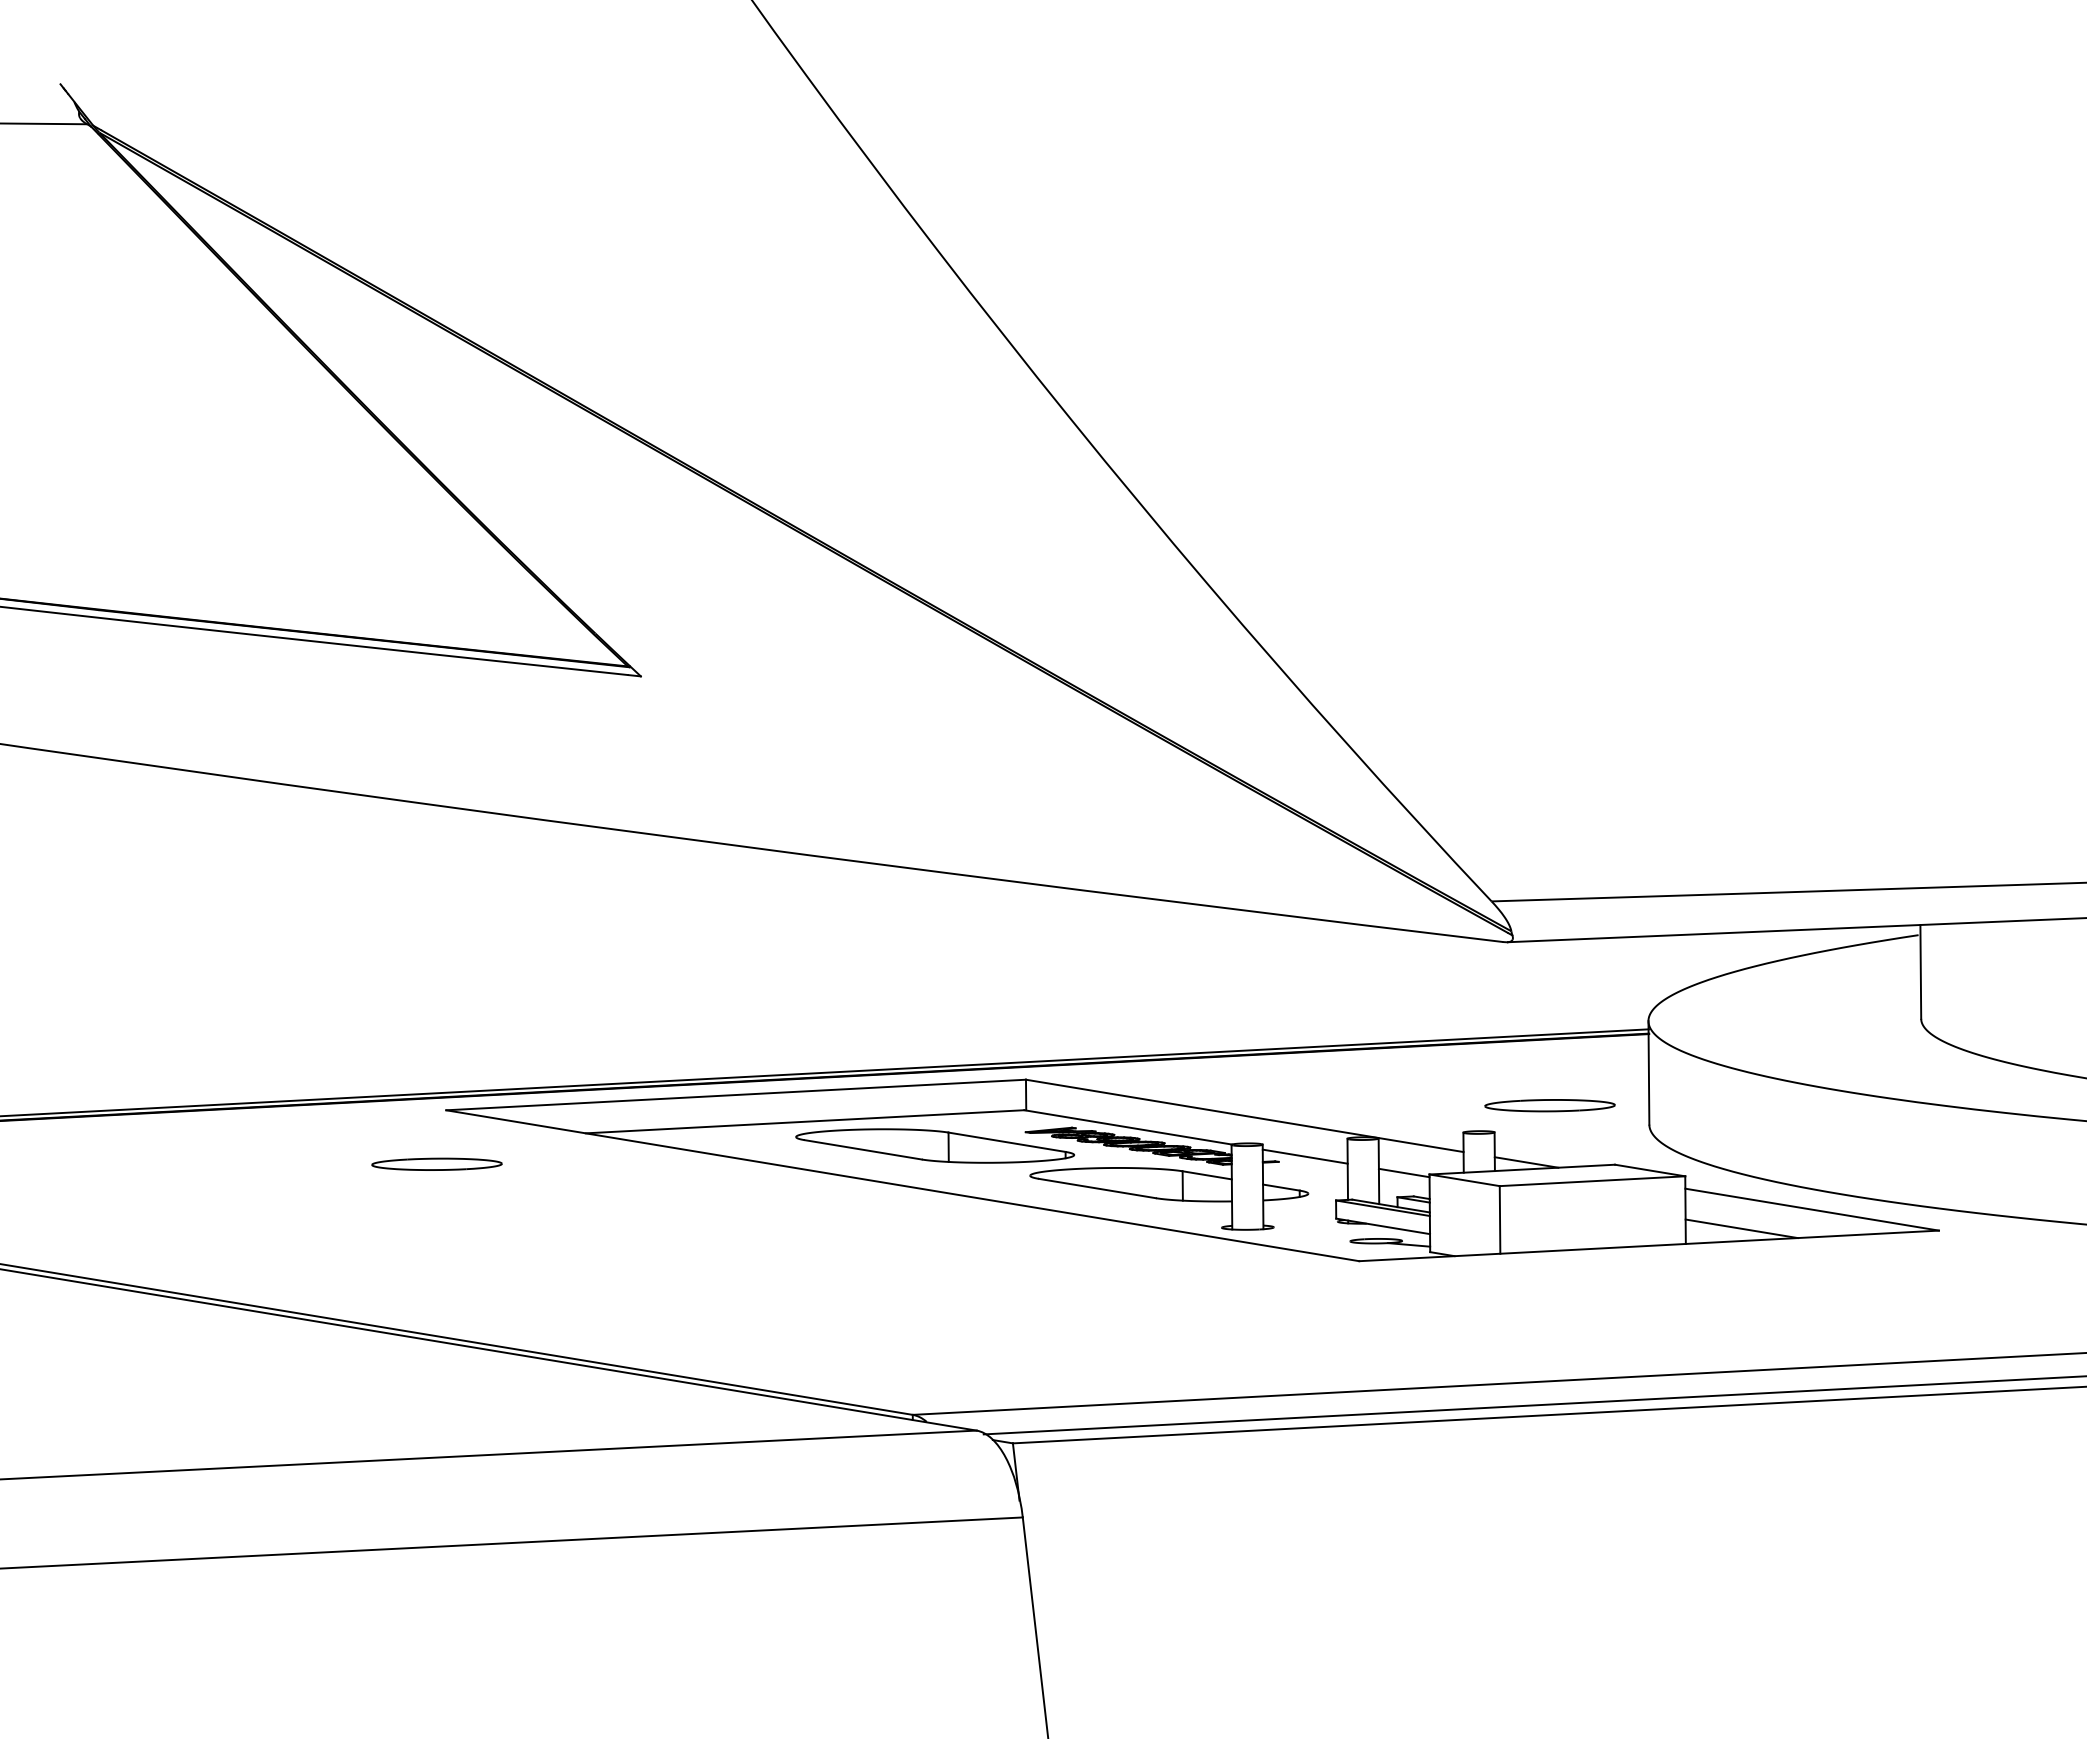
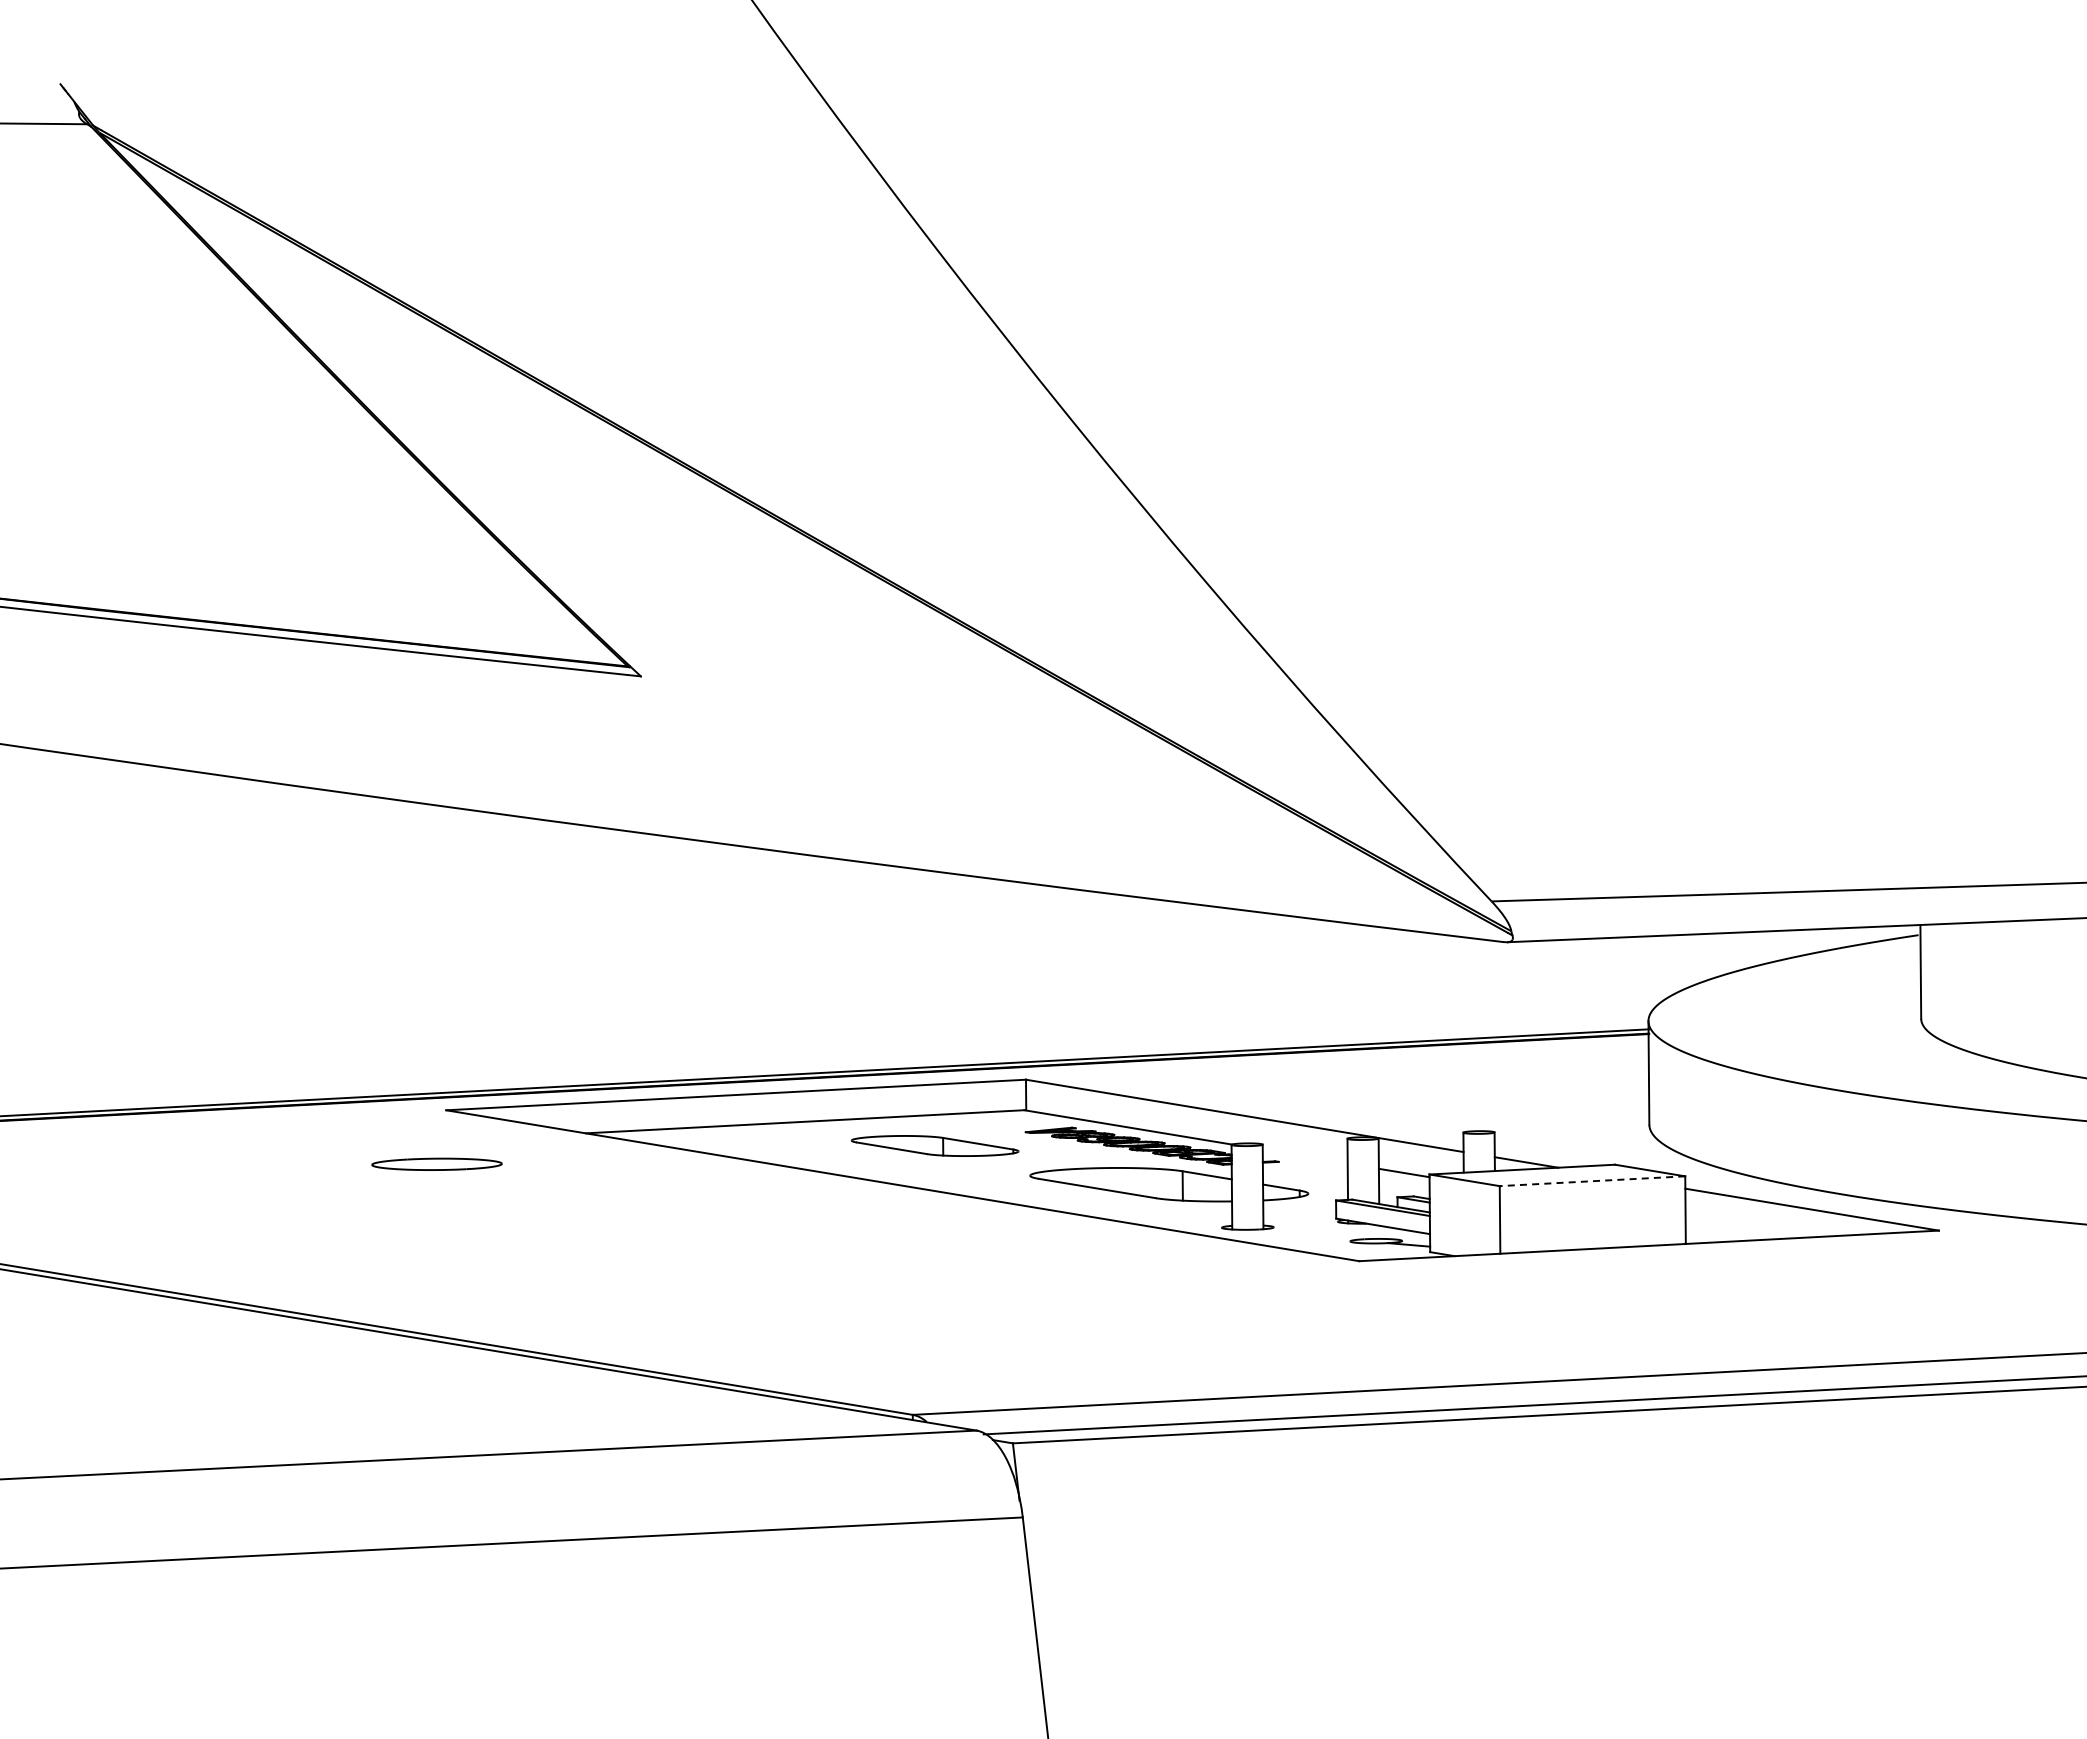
part at (1549, 1105): present -> none
part at (934, 1145) size: 280x36 px -> 170x22 px
line at (1304, 1156): present -> none
line at (1592, 1181): solid -> dashed
line at (1741, 1228): present -> none
